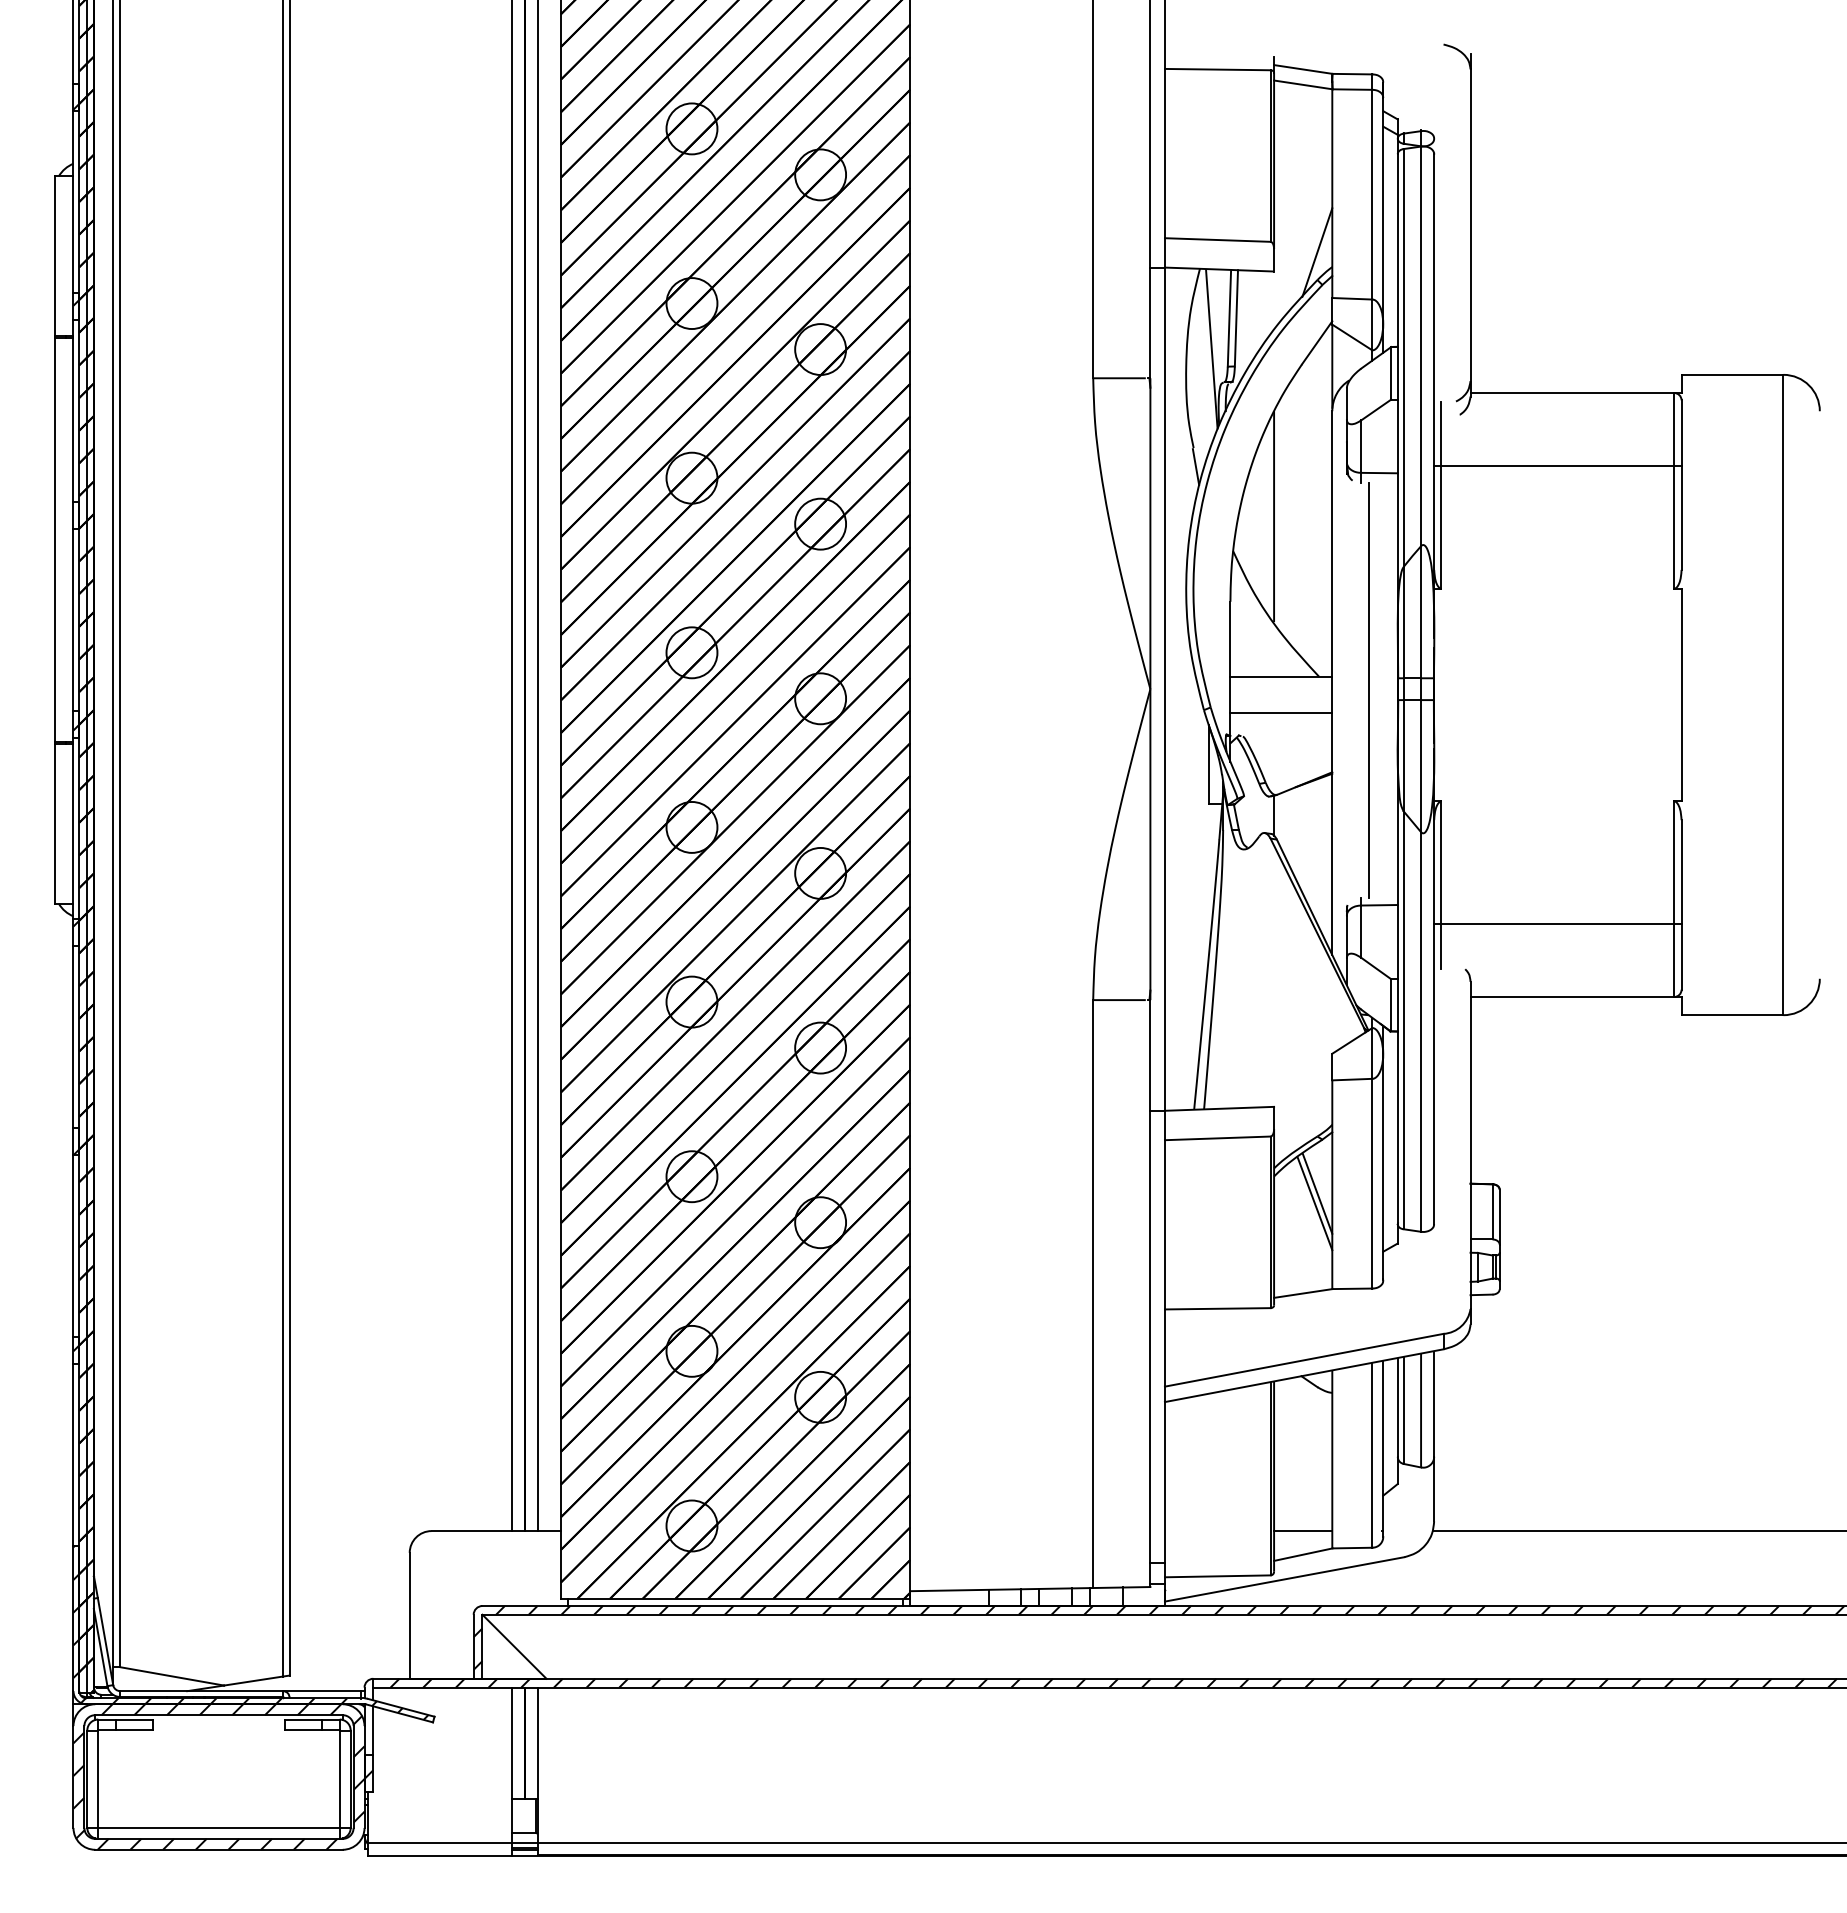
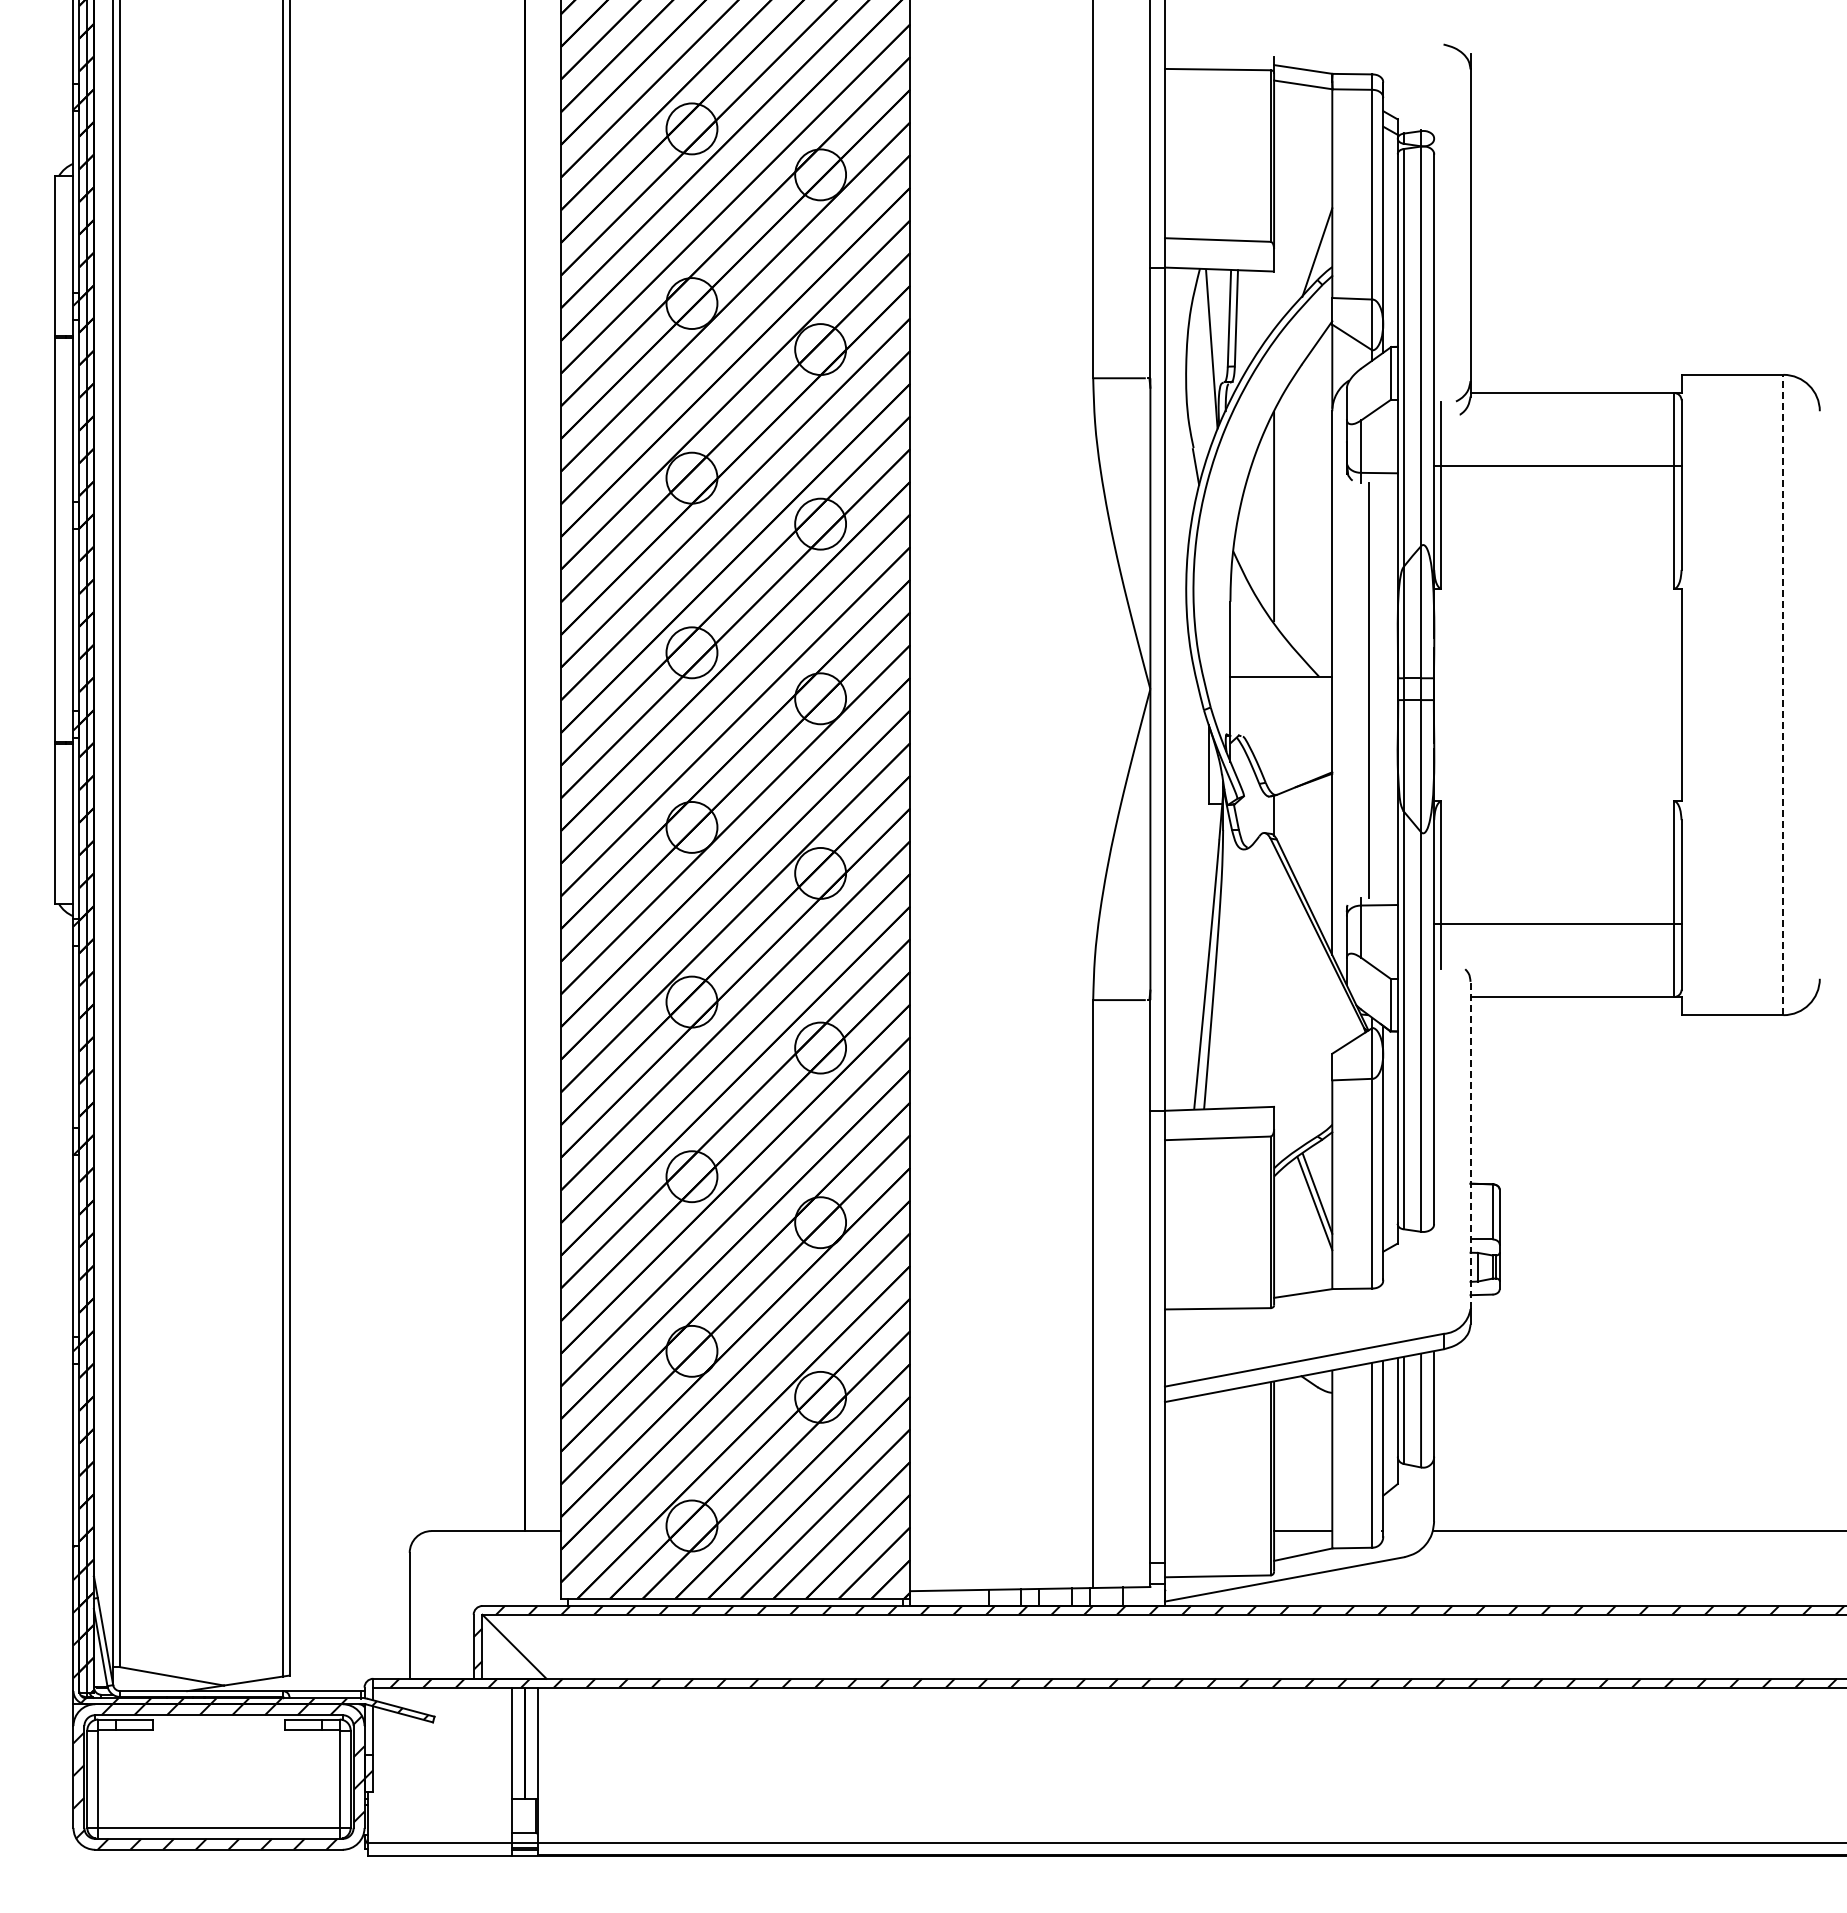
line at (1783, 694): solid -> dashed
line at (1281, 713): present -> none
line at (511, 766): present -> none
line at (537, 766): present -> none
line at (1470, 1145): solid -> dashed
